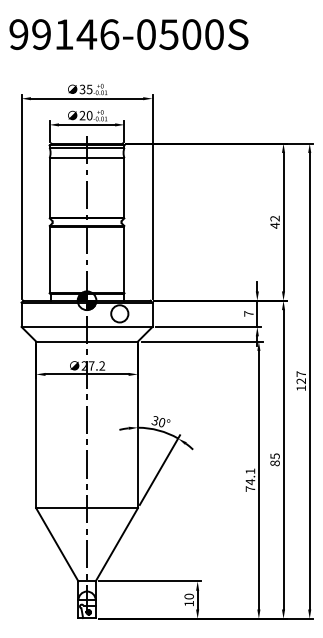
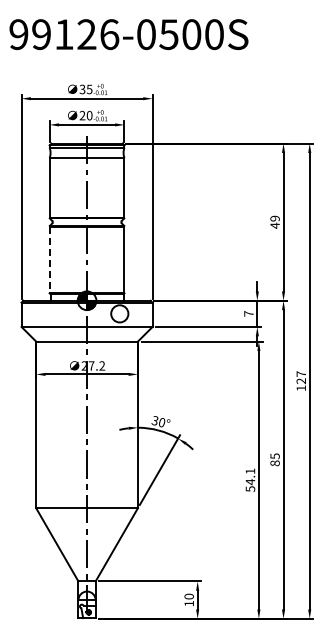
text at (86, 34): 99146-0500S -> 99126-0500S
text at (275, 218): 42 -> 49
line at (49, 260): solid -> dashed
text at (250, 488): 74.1 -> 54.1
